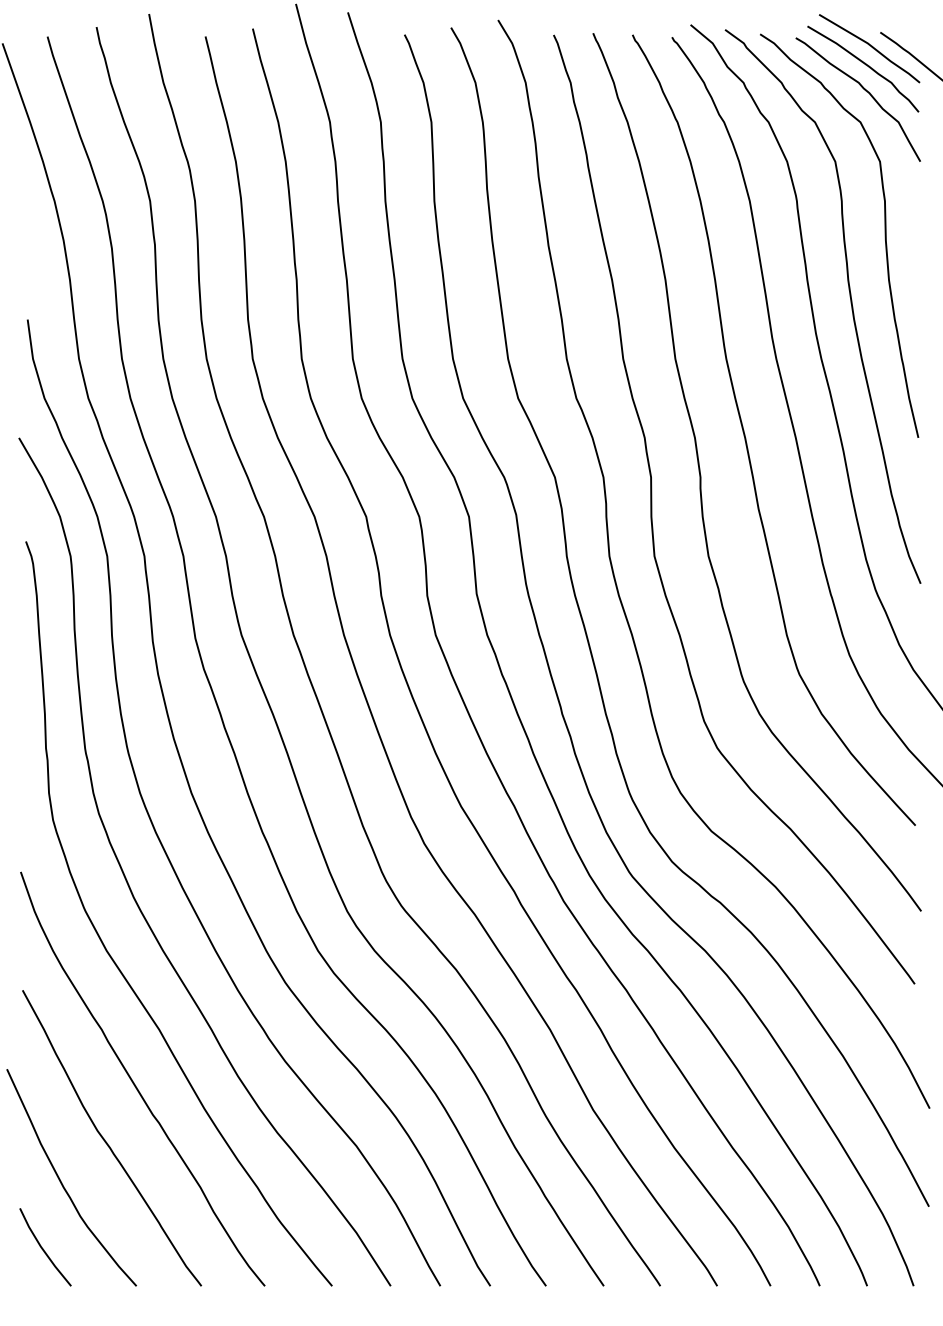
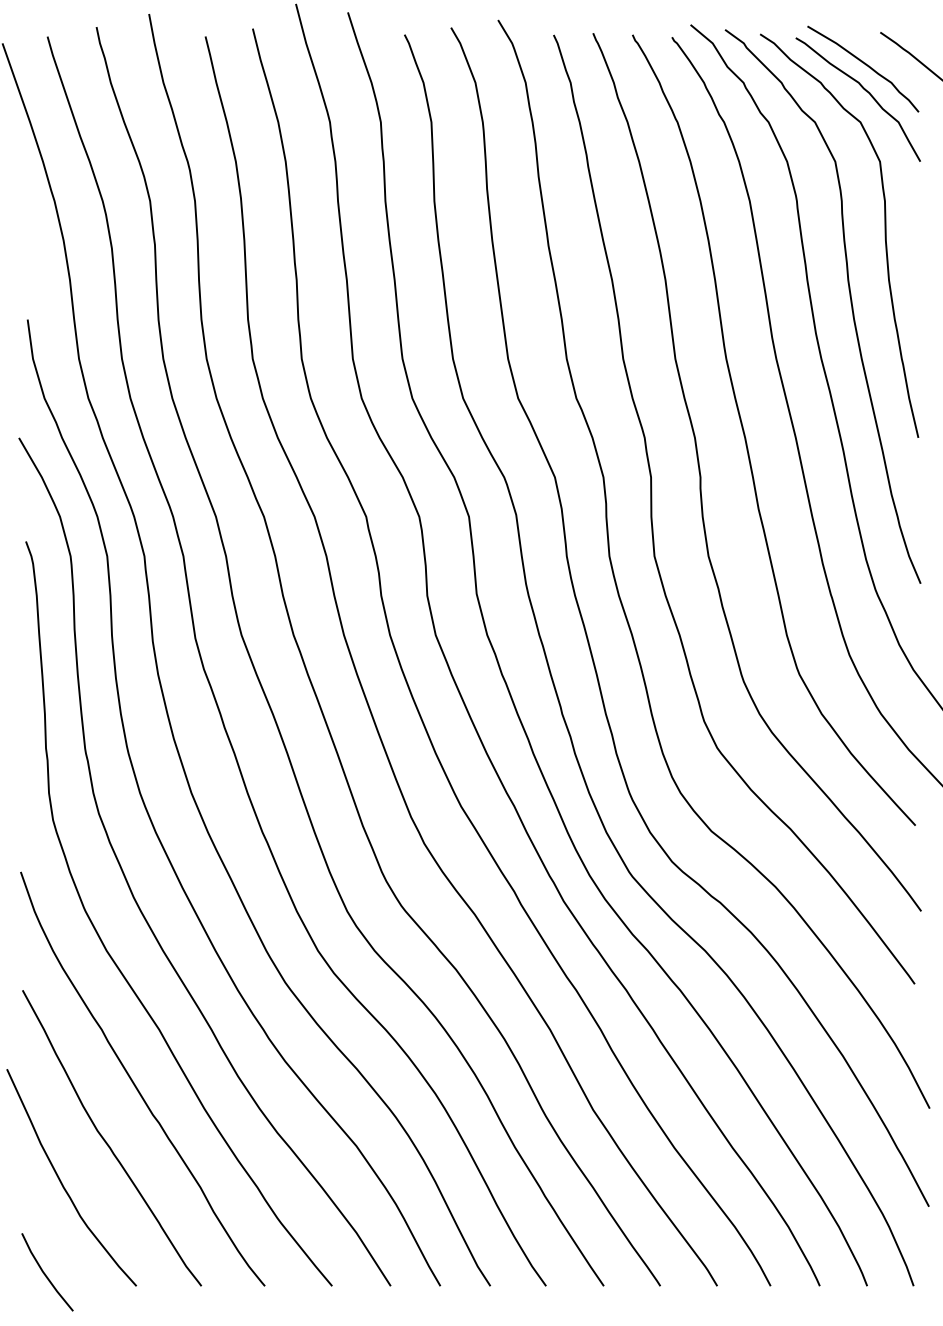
line at (870, 46): present -> none
line at (43, 1248) position: (43, 1248) -> (45, 1273)
